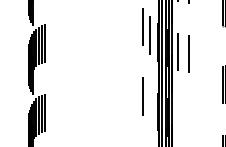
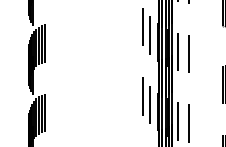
line at (150, 104): none -> present
line at (177, 121): none -> present
line at (188, 123): none -> present
